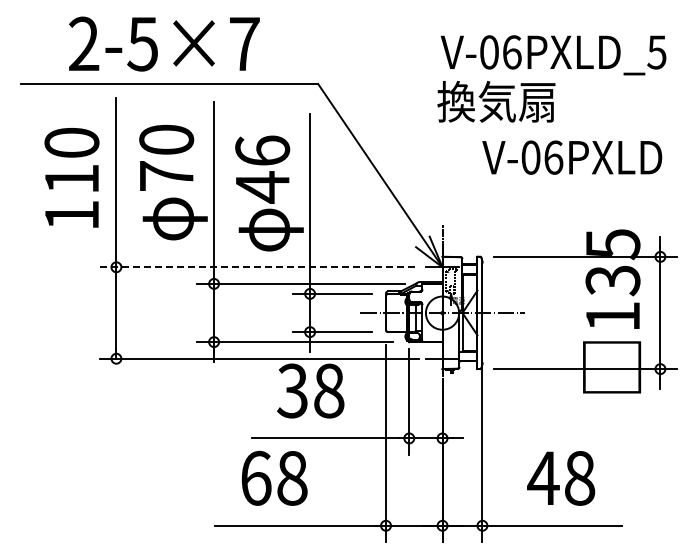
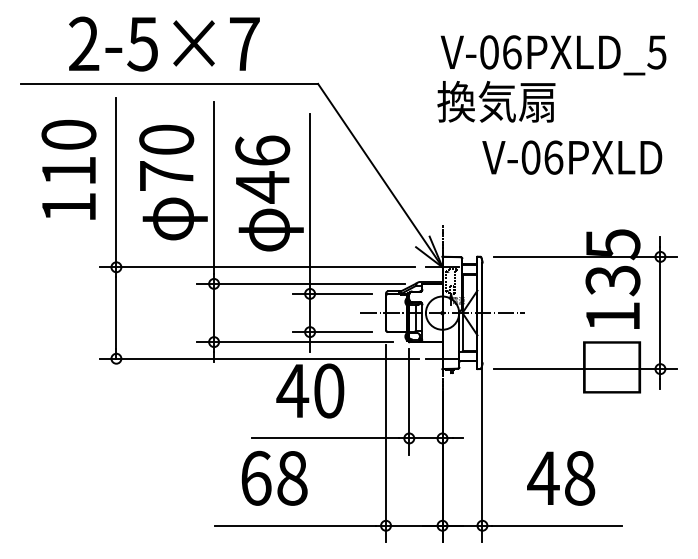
text at (71, 177) position: (71, 177) -> (68, 169)
line at (257, 267): dashed -> solid
text at (310, 390): 38 -> 40
